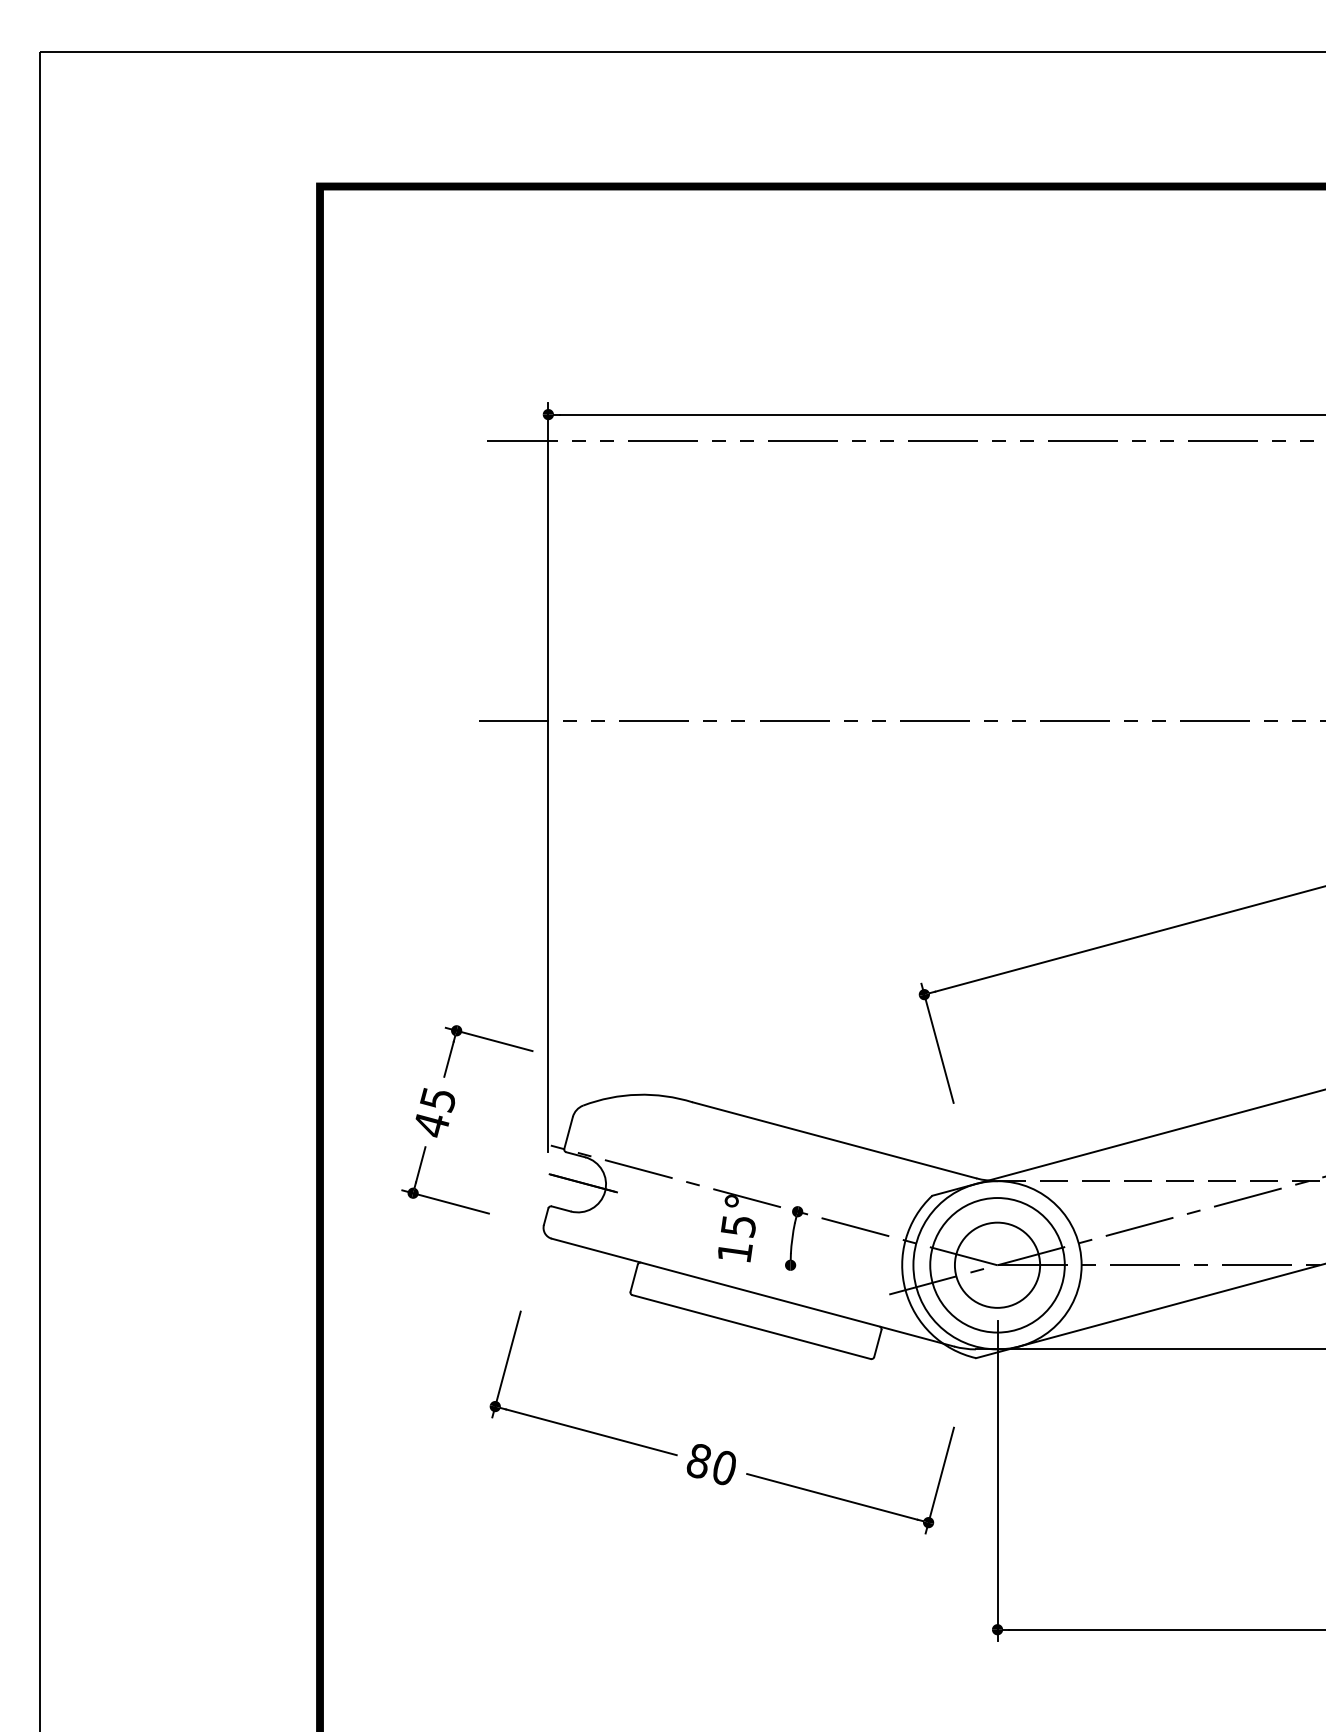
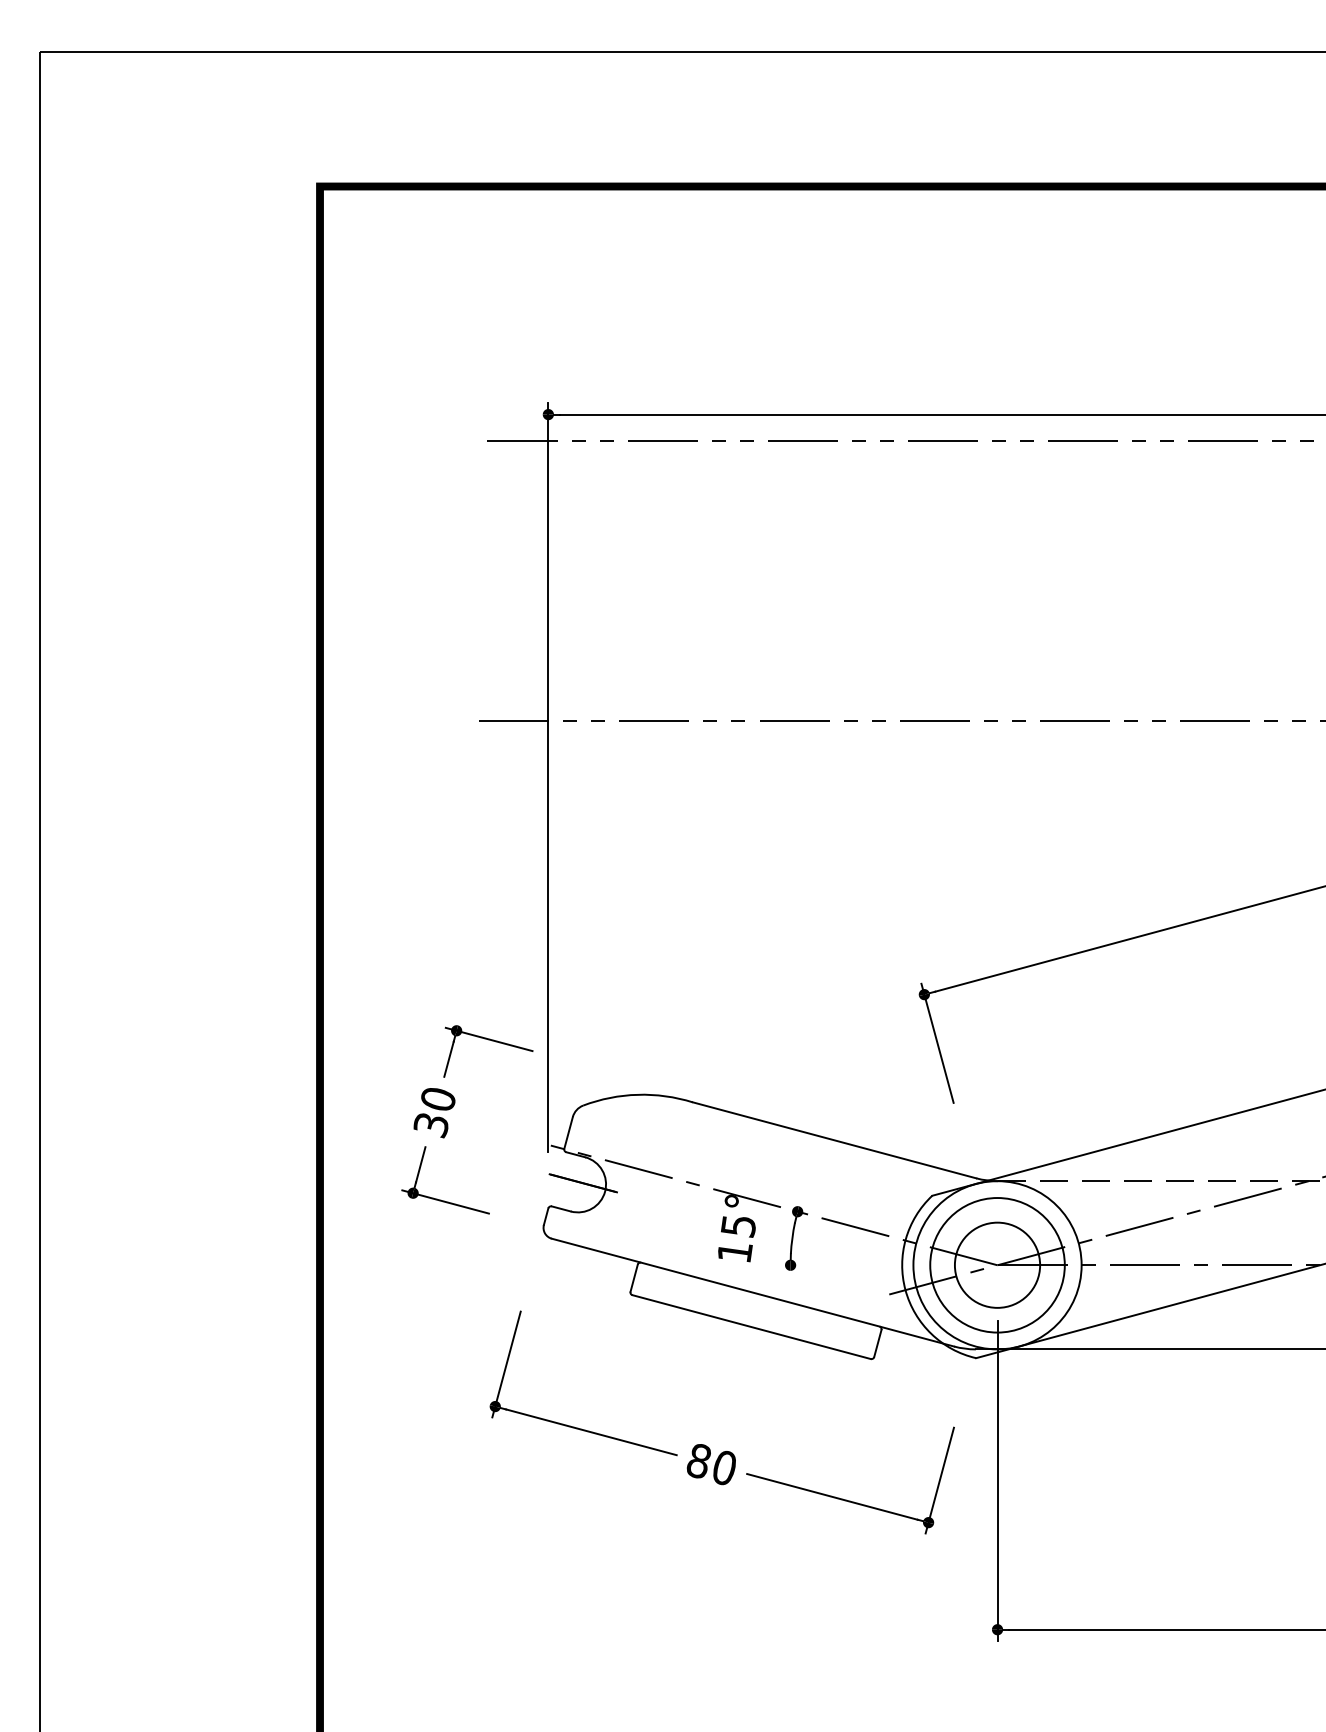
text at (434, 1113): 45 -> 30
